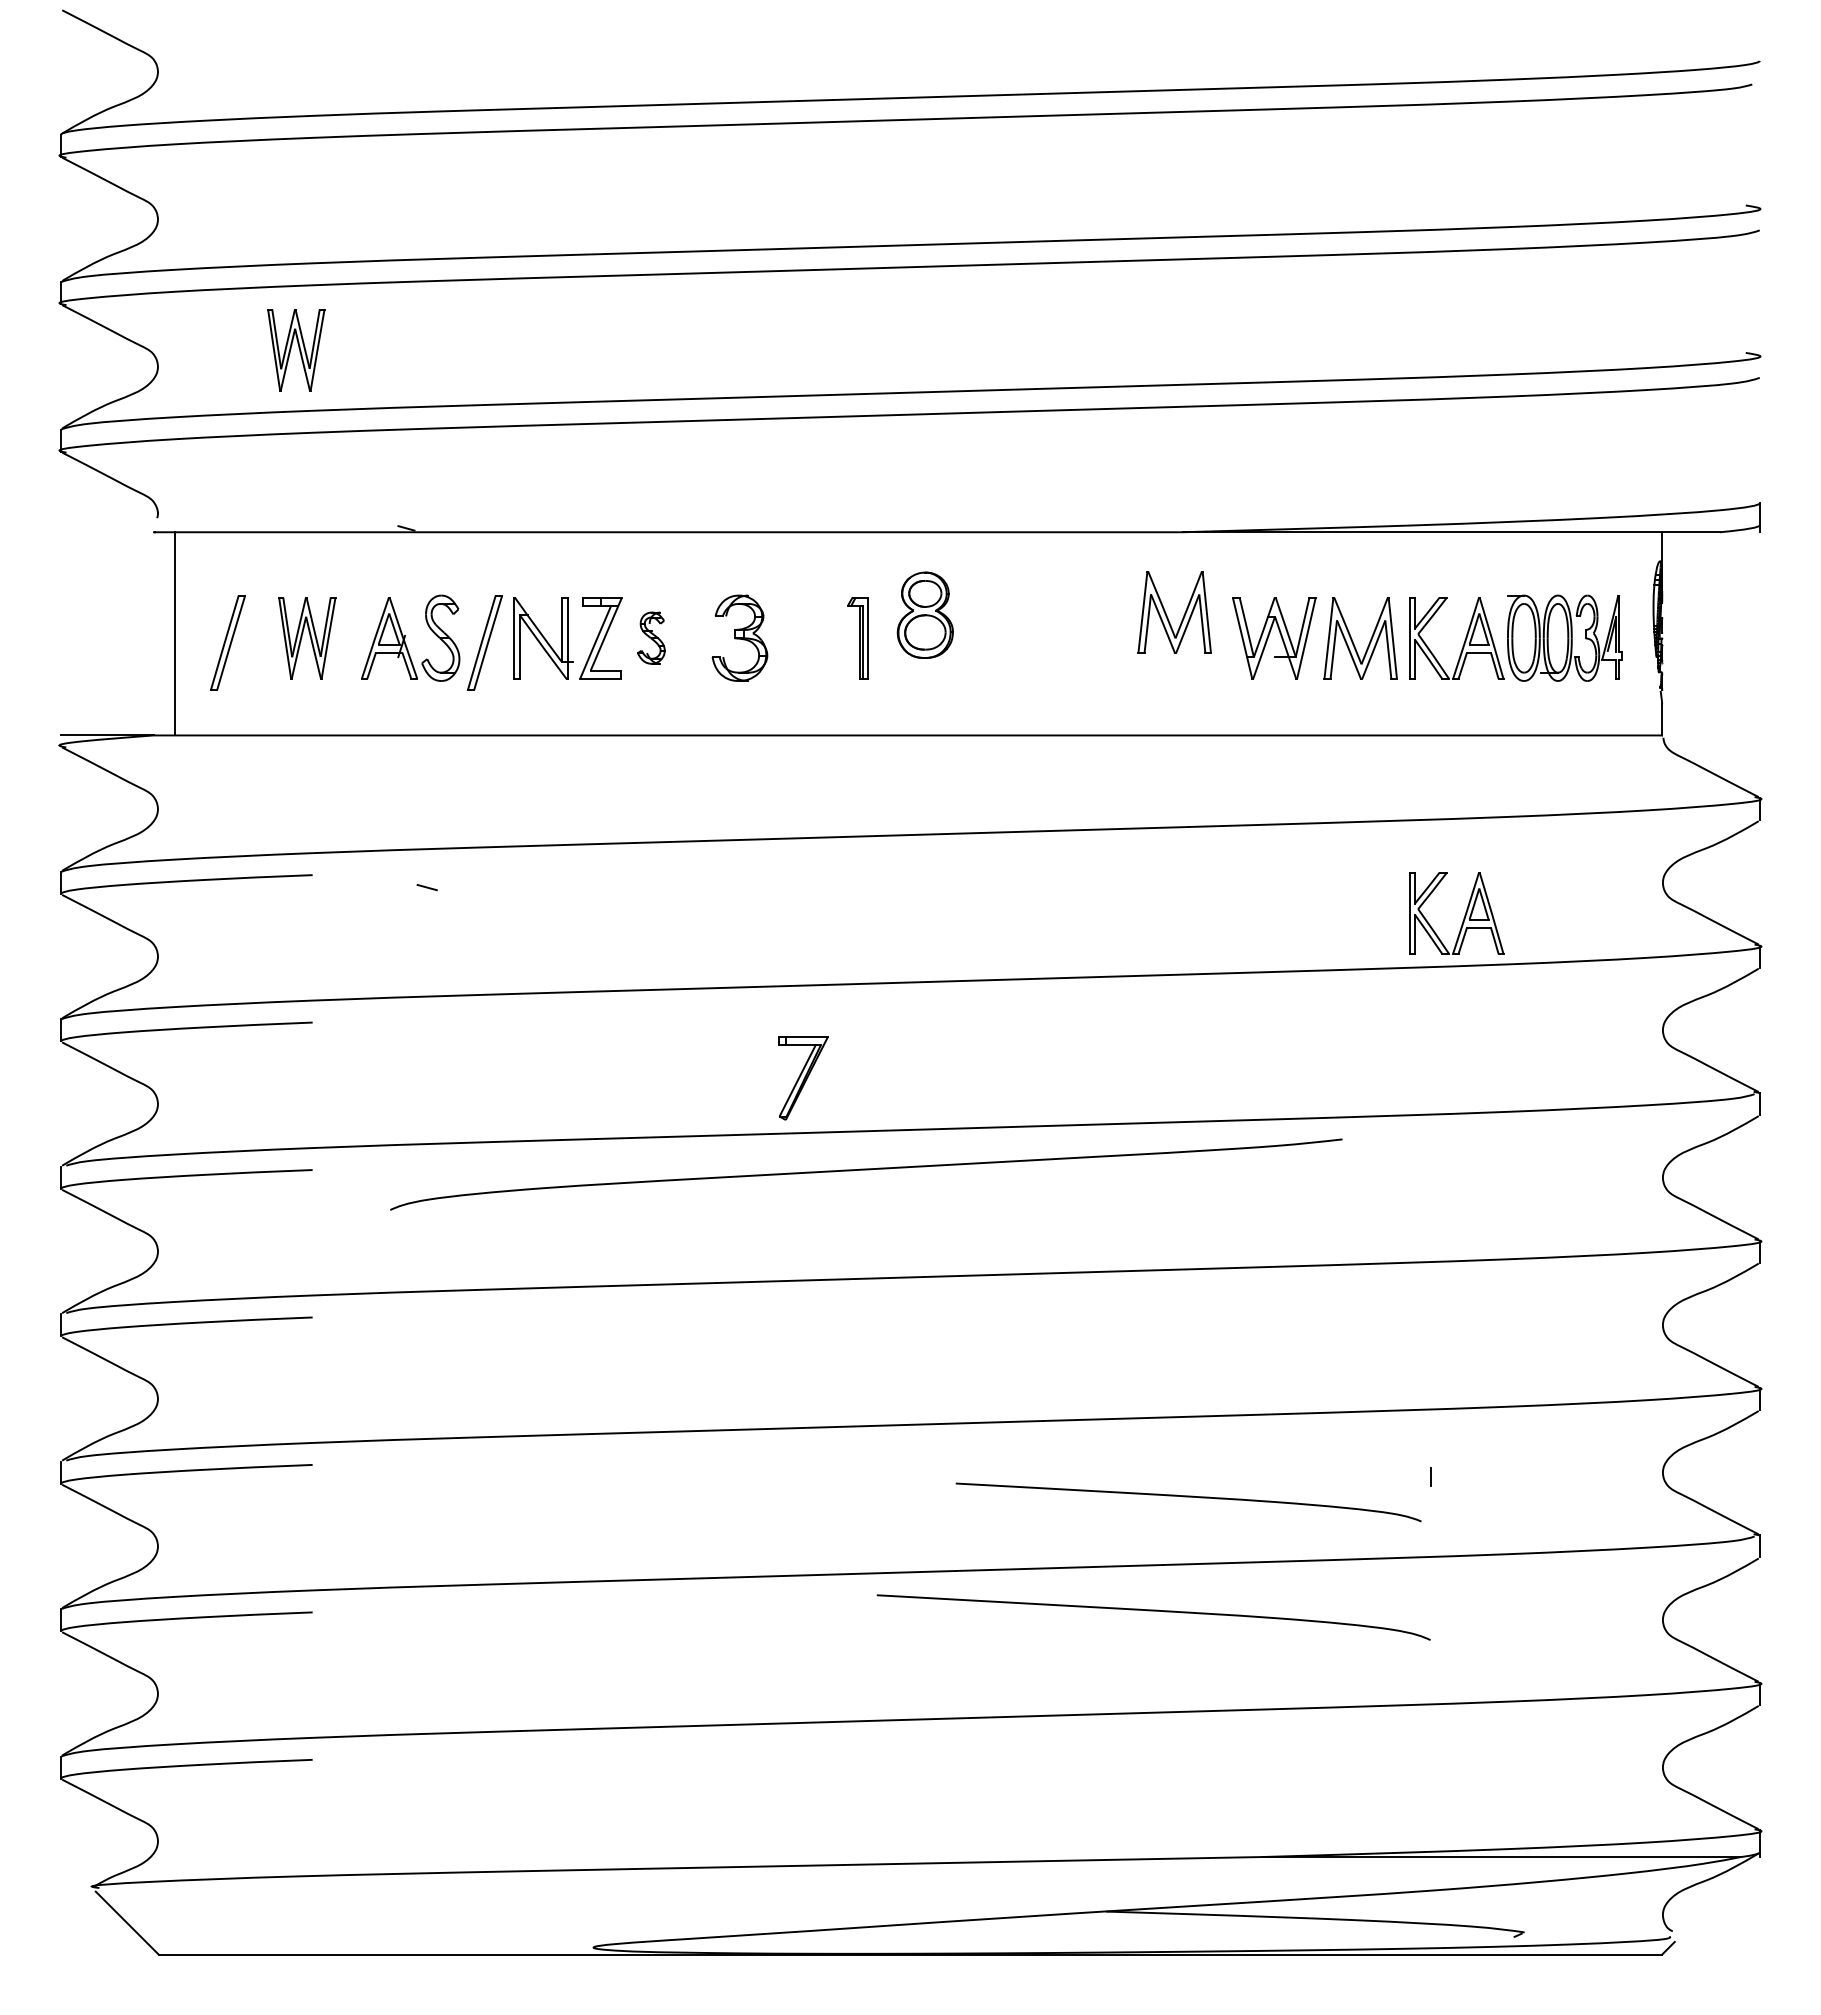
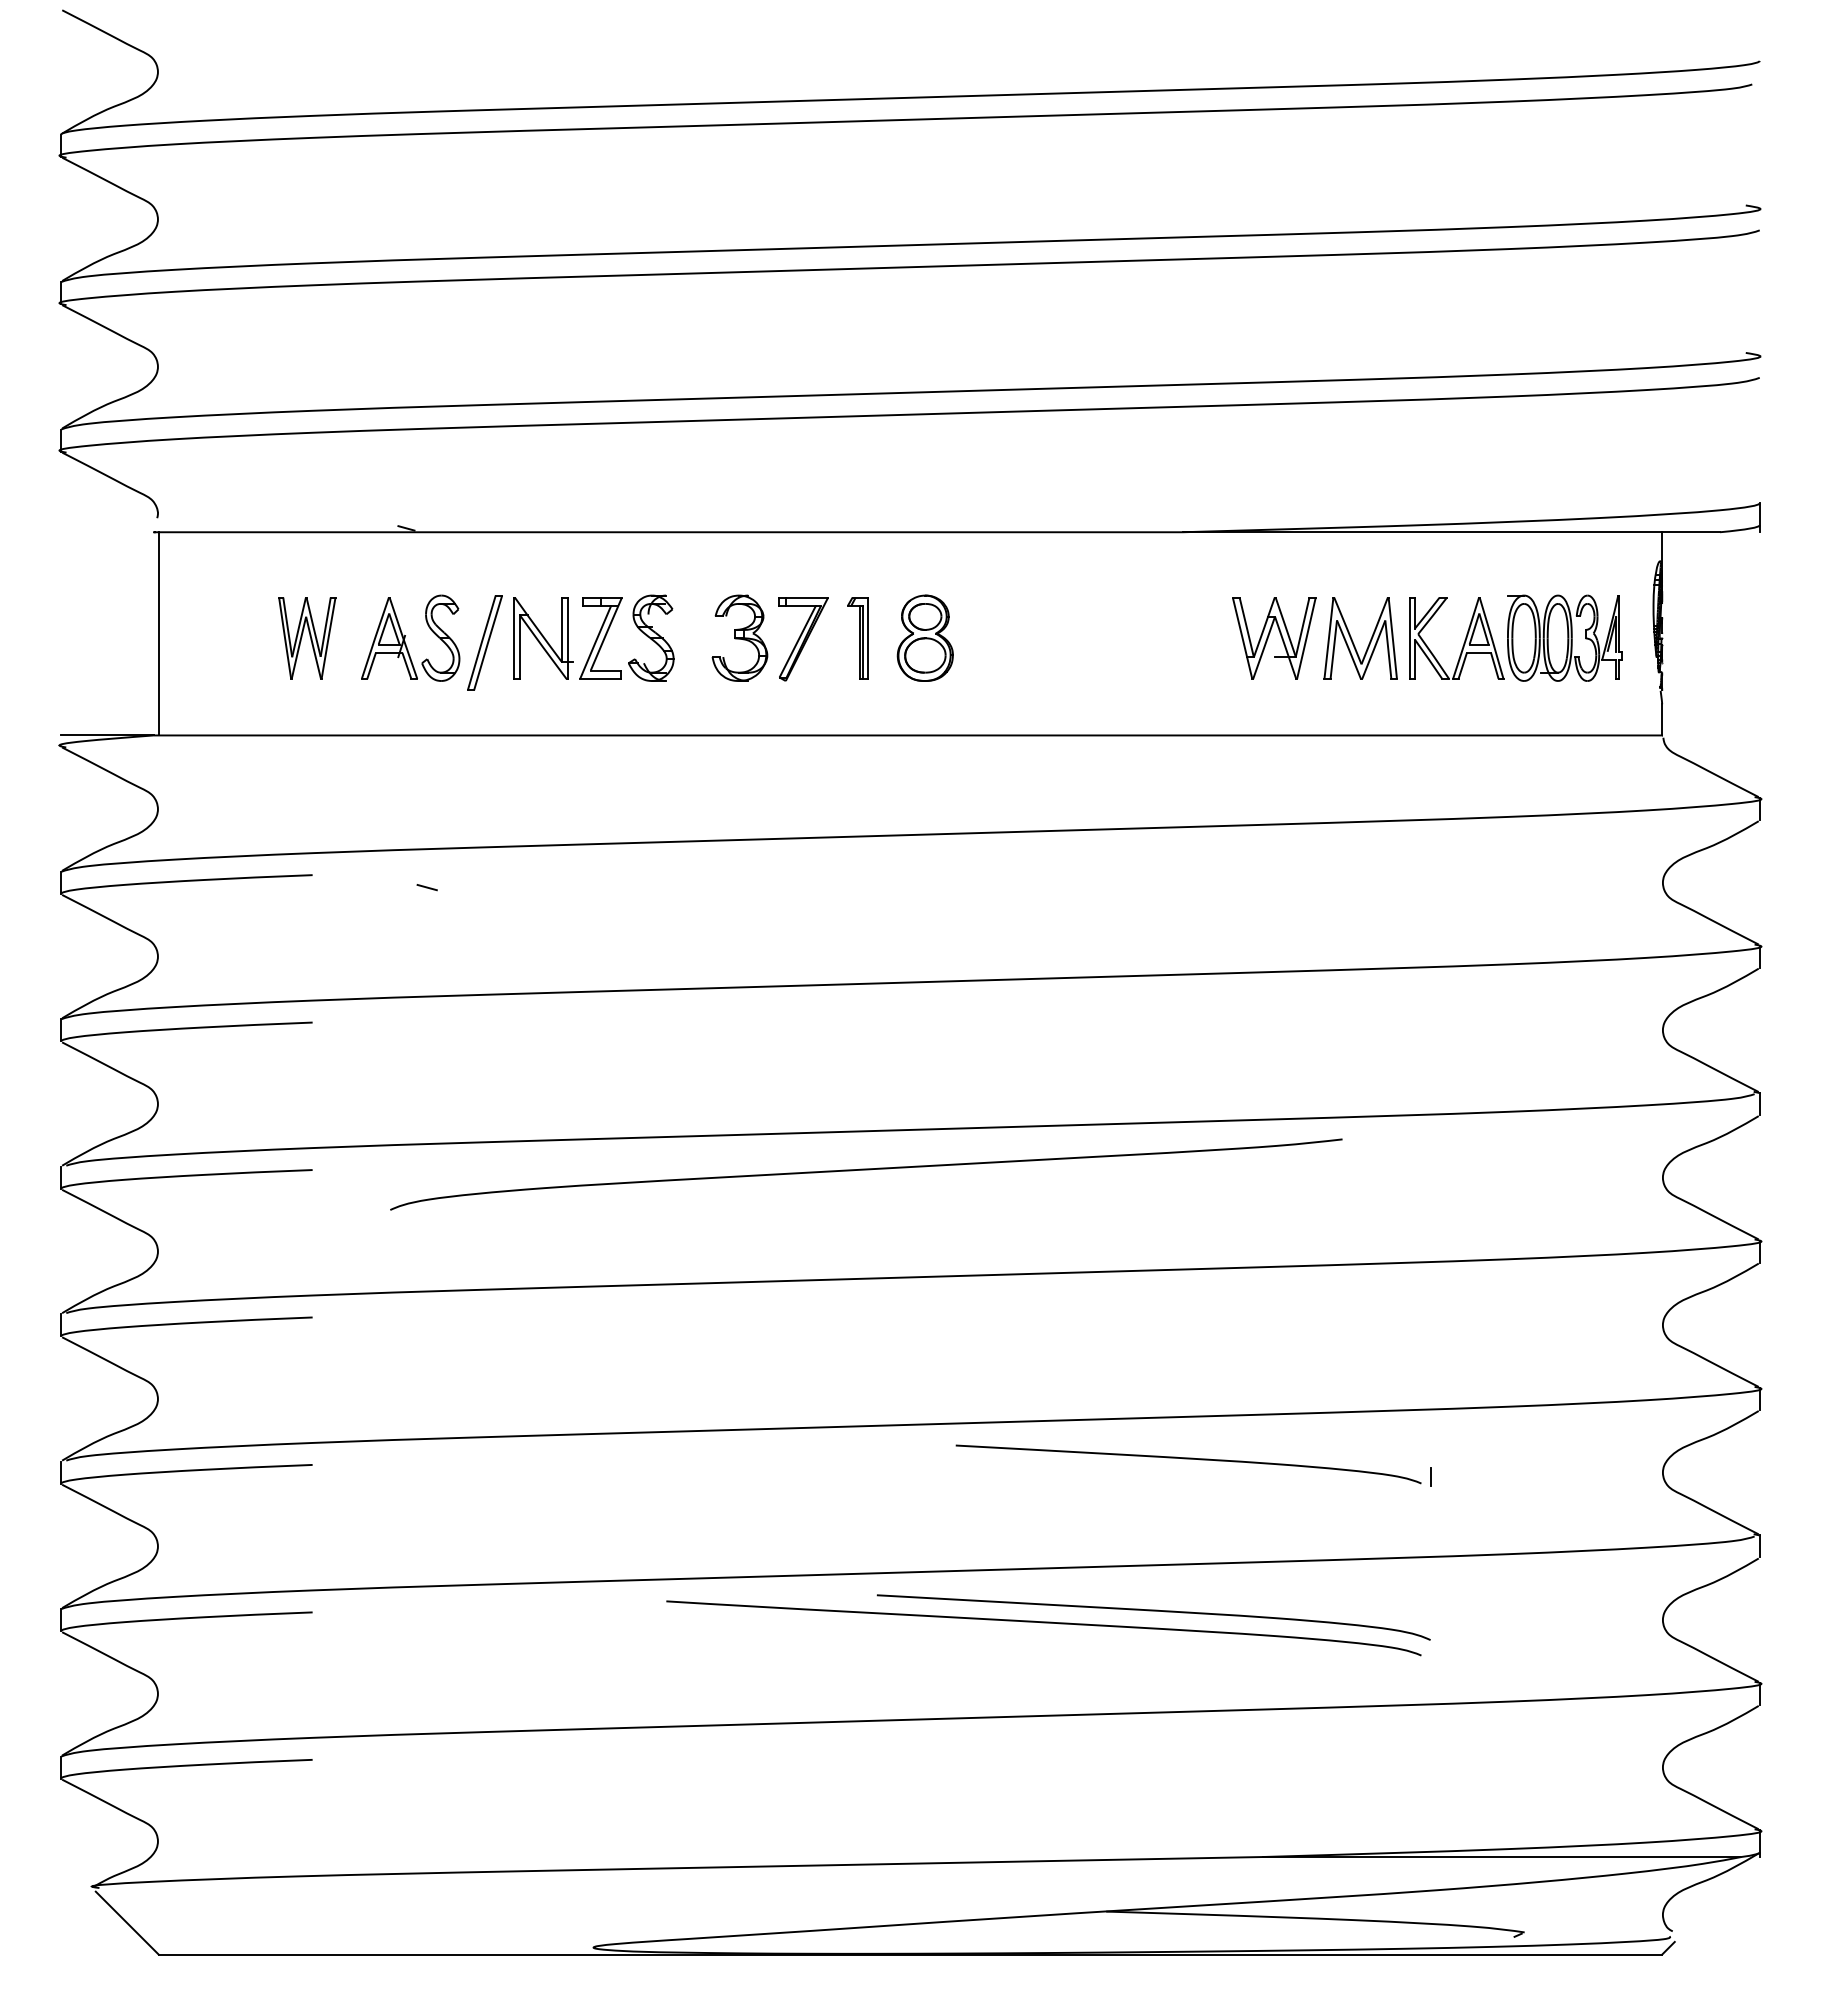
part at (296, 350): present -> none
part at (924, 614) position: (924, 614) -> (924, 637)
part at (1167, 615): present -> none
line at (174, 633) position: (174, 633) -> (158, 633)
part at (651, 637) size: 29x54 px -> 47x88 px
part at (227, 642): present -> none
part at (1464, 915): present -> none
part at (803, 1078) position: (803, 1078) -> (803, 639)
curve at (1188, 1497) position: (1188, 1497) -> (1188, 1459)
curve at (1043, 1623): none -> present
